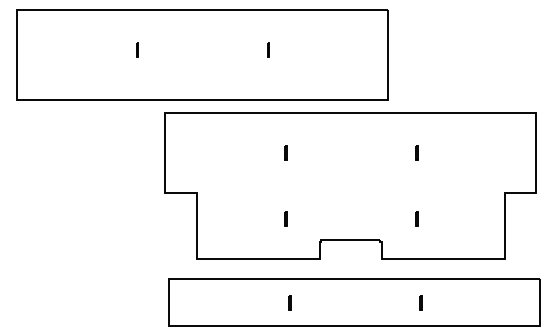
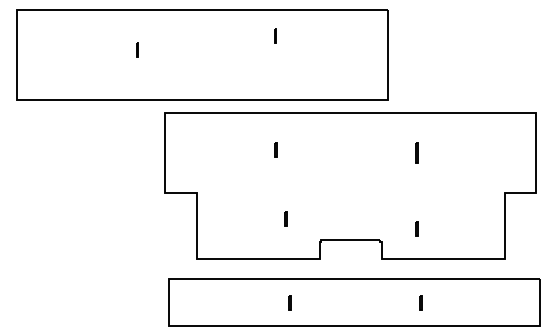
line at (268, 49) position: (268, 49) -> (275, 35)
part at (285, 152) position: (285, 152) -> (275, 149)
part at (416, 152) size: 4x16 px -> 4x22 px
part at (416, 218) position: (416, 218) -> (416, 228)
